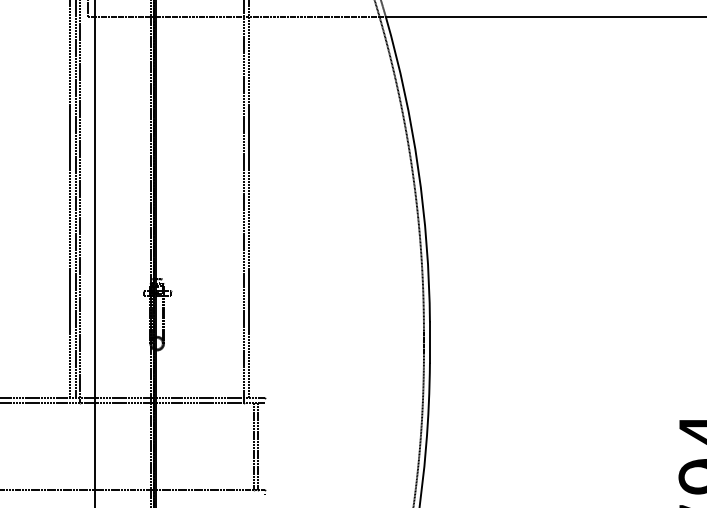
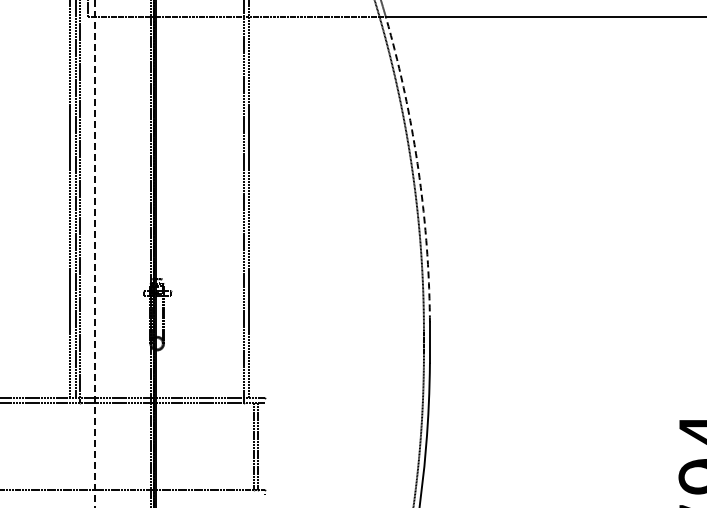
arc at (418, 168): solid -> dashed
line at (95, 253): solid -> dashed
